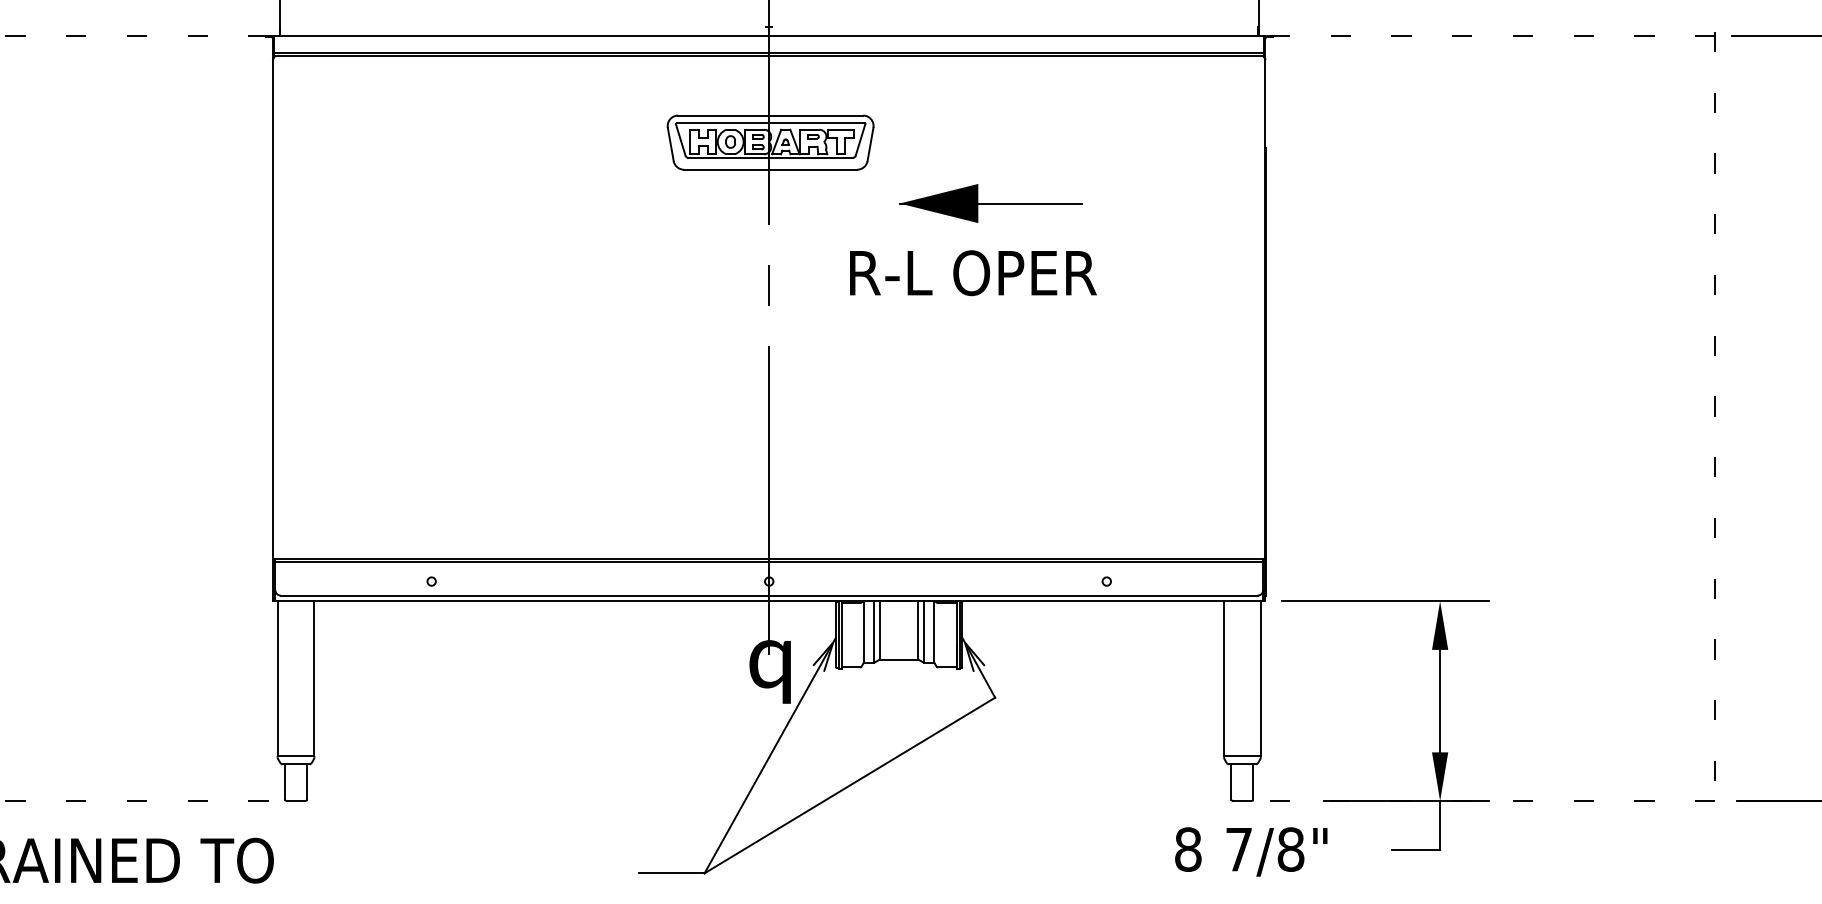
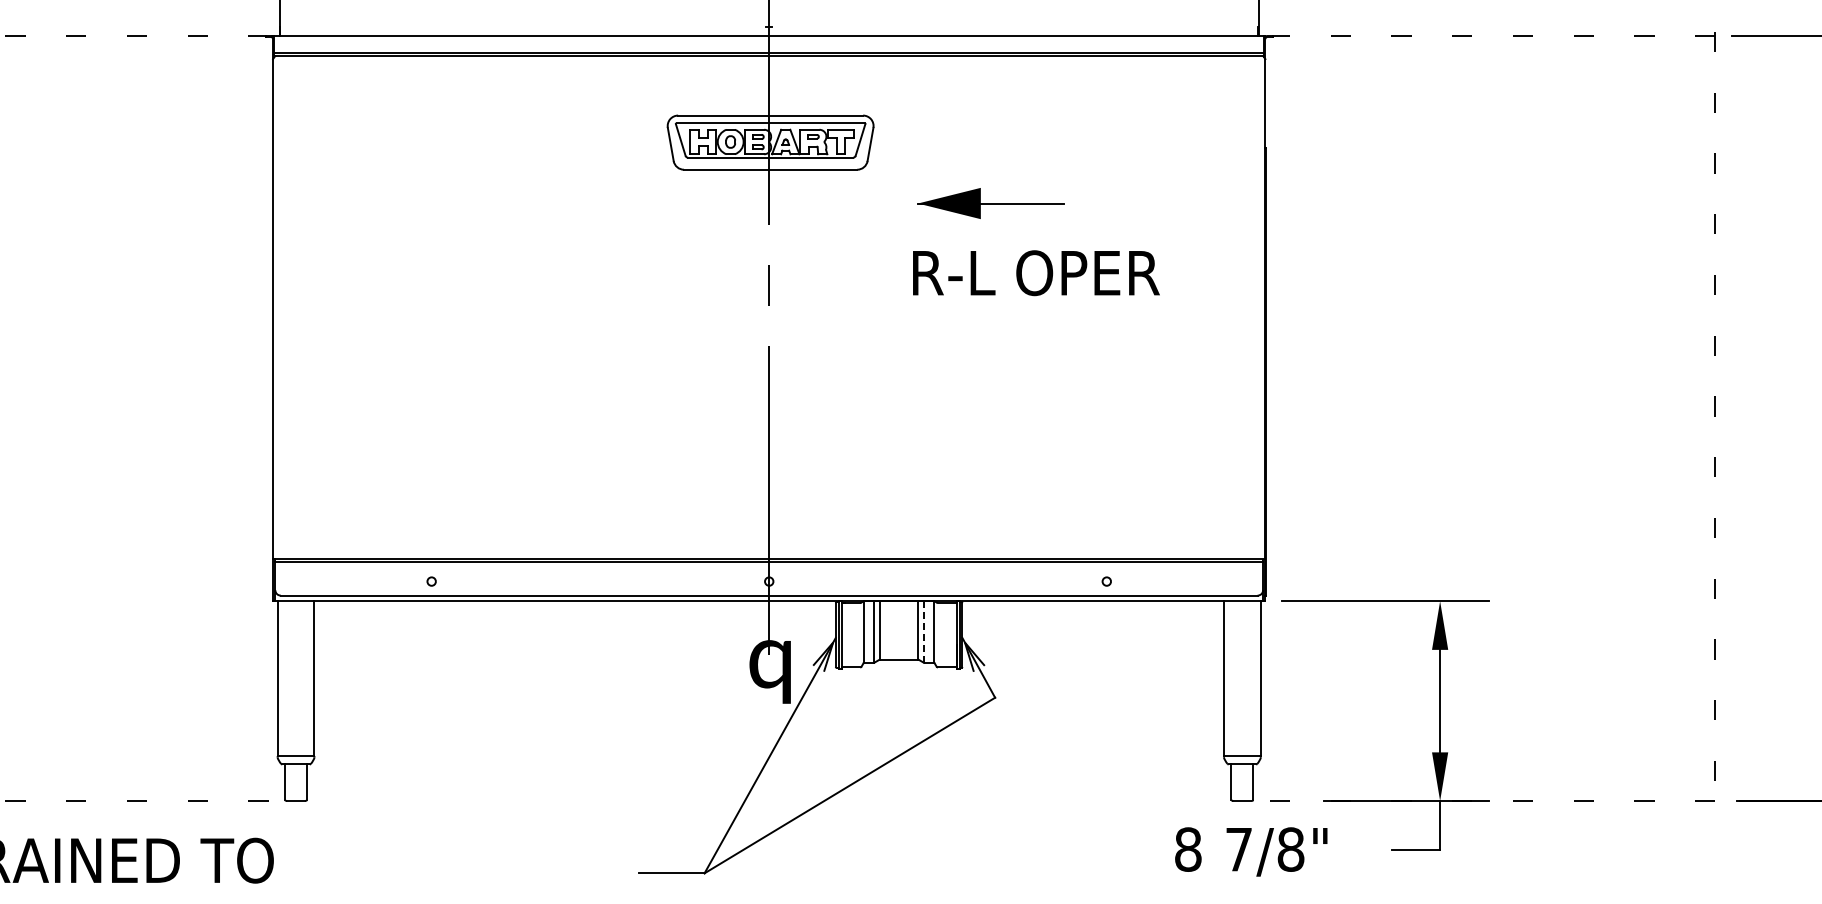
part at (990, 203) size: 184x39 px -> 148x31 px
text at (973, 273) position: (973, 273) -> (1036, 273)
line at (924, 632): solid -> dashed
